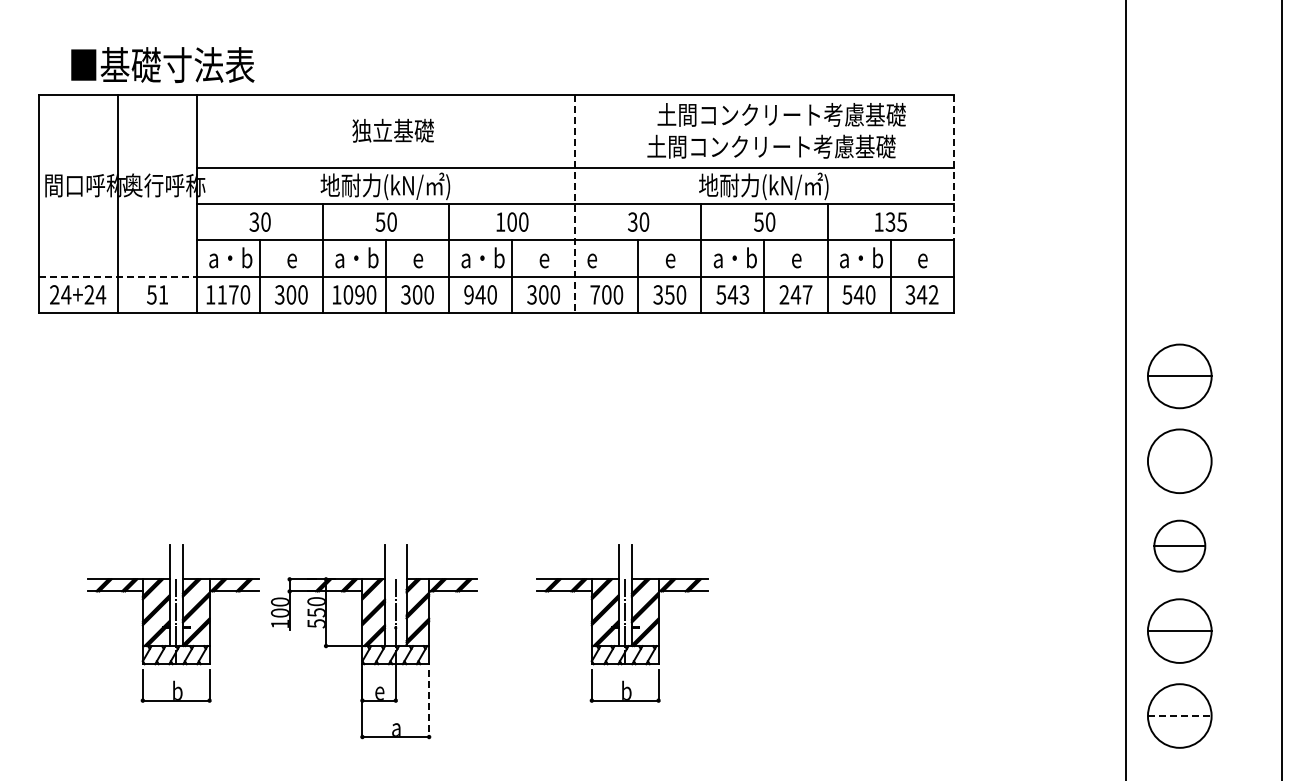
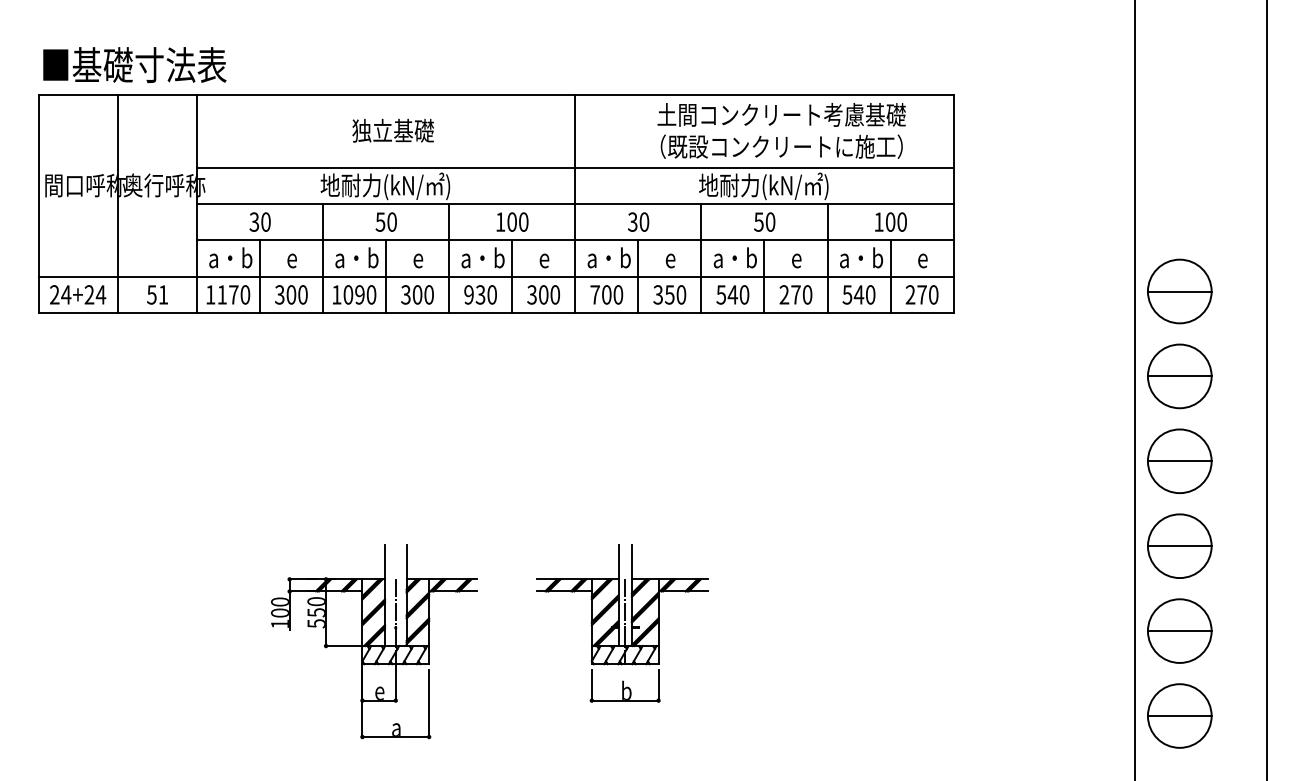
text at (162, 65) position: (162, 65) -> (134, 65)
text at (774, 146): 土間コンクリート考慮基礎 -> （既設コンクリートに施工）
line at (953, 167): dashed -> solid
line at (575, 204): dashed -> solid
text at (895, 221): 135 -> 100
text at (608, 257): e -> a・b
line at (118, 276): dashed -> solid
part at (1179, 291): none -> present
text at (480, 294): 940 -> 930
text at (744, 294): 543 -> 540
text at (801, 294): 247 -> 270
text at (921, 294): 342 -> 270
line at (1126, 389) position: (1126, 389) -> (1135, 389)
line at (1281, 389) position: (1281, 389) -> (1266, 389)
line at (1179, 461): none -> present
part at (1179, 545) size: 54x54 px -> 66x66 px
part at (173, 623): present -> none
line at (429, 704): dashed -> solid
line at (1179, 716): dashed -> solid
